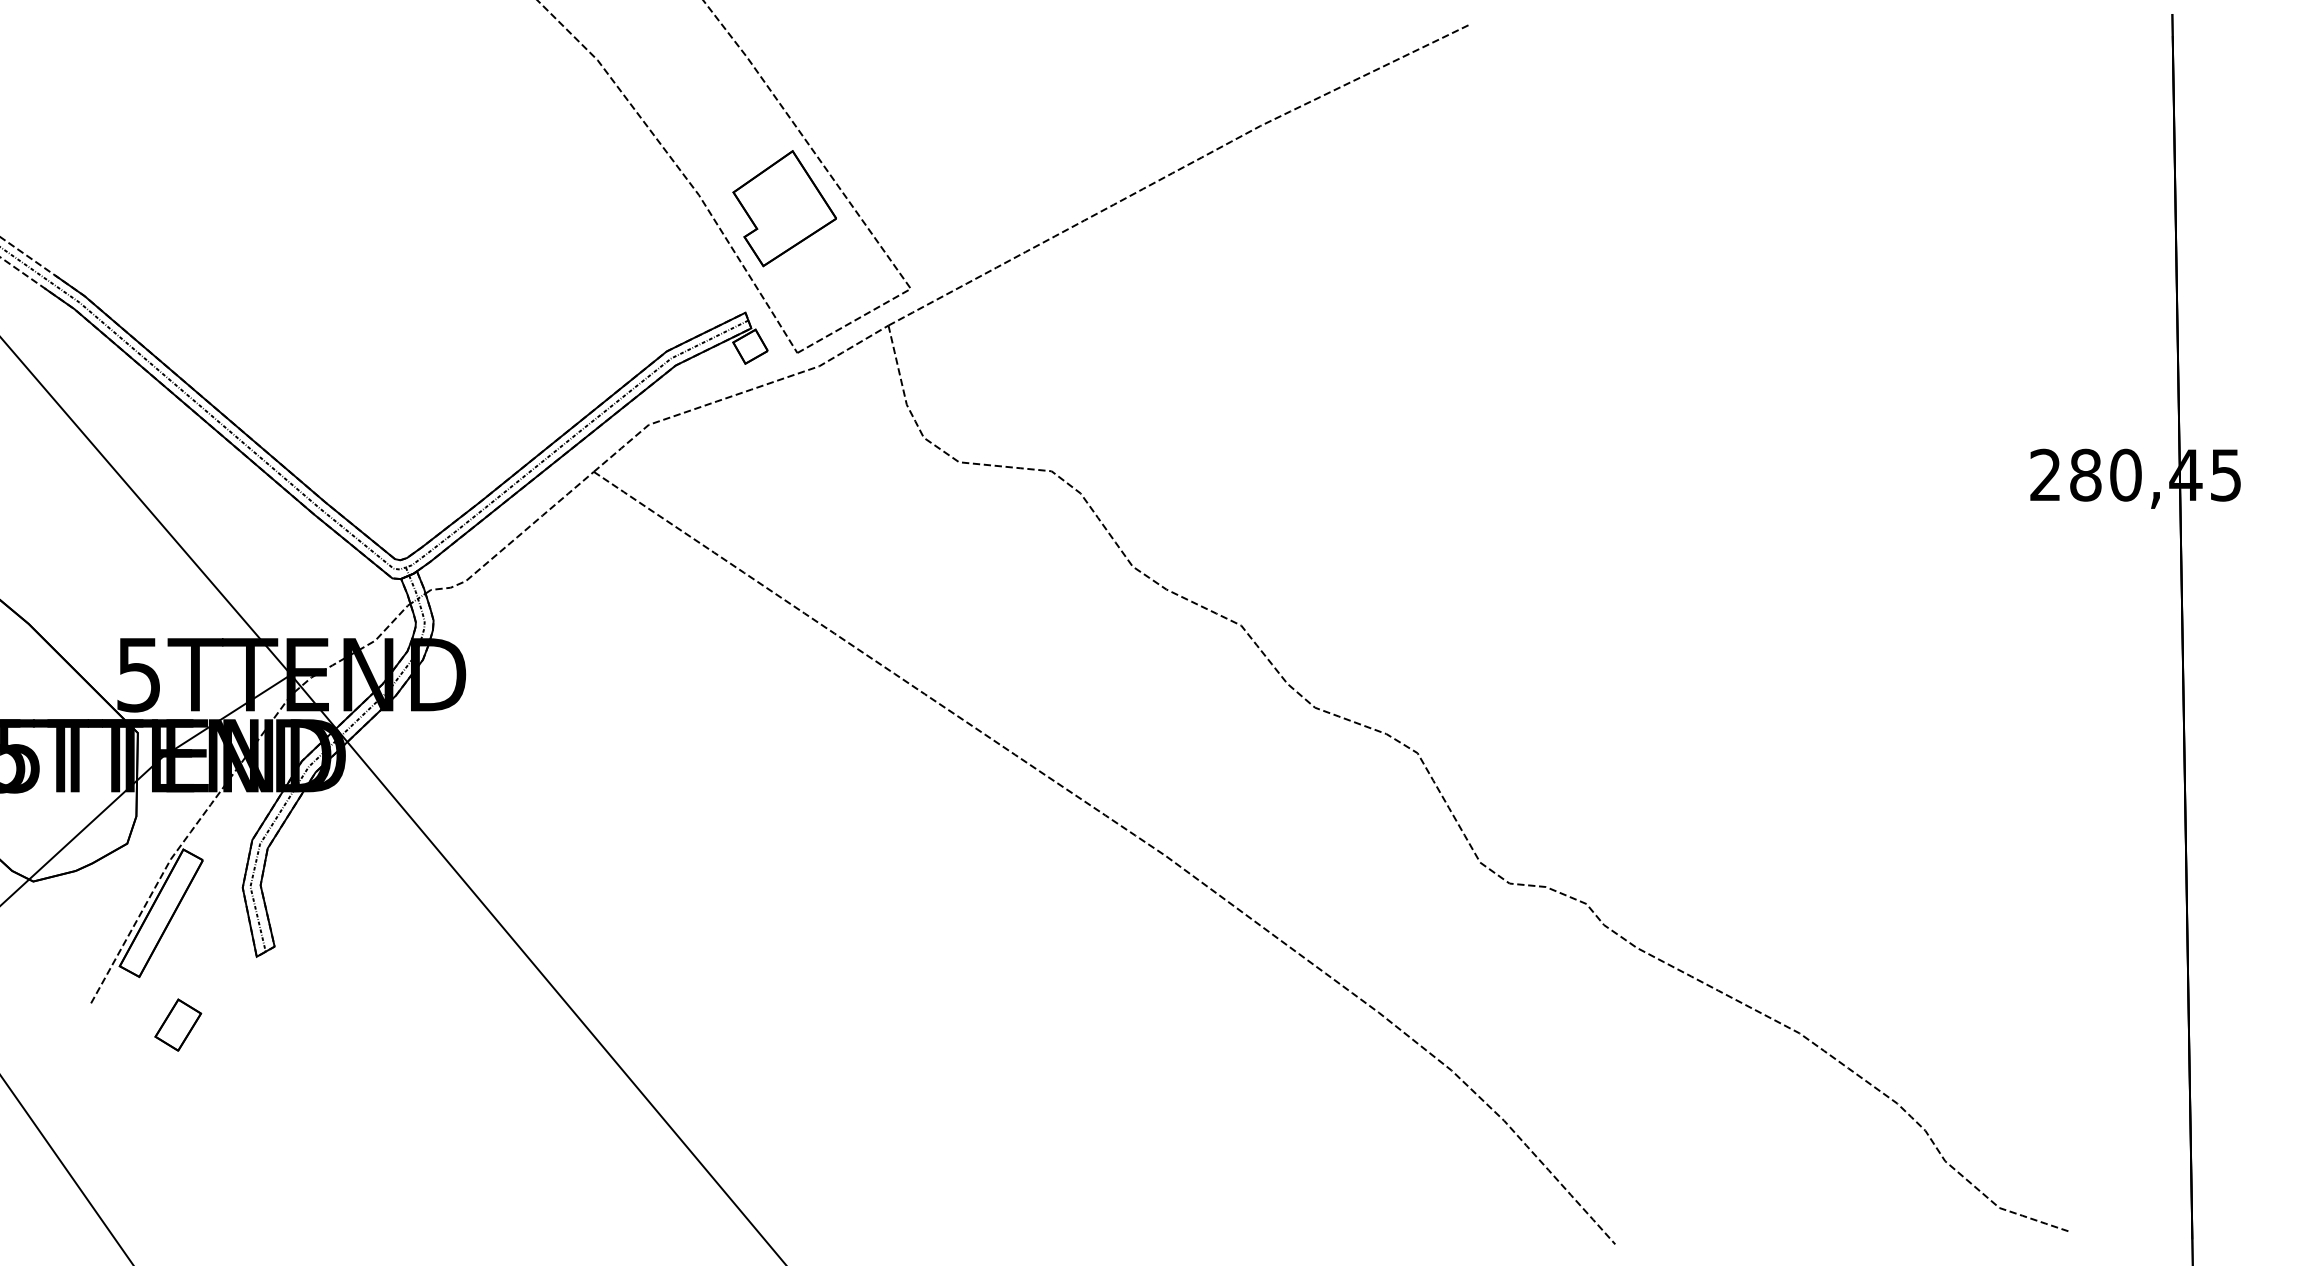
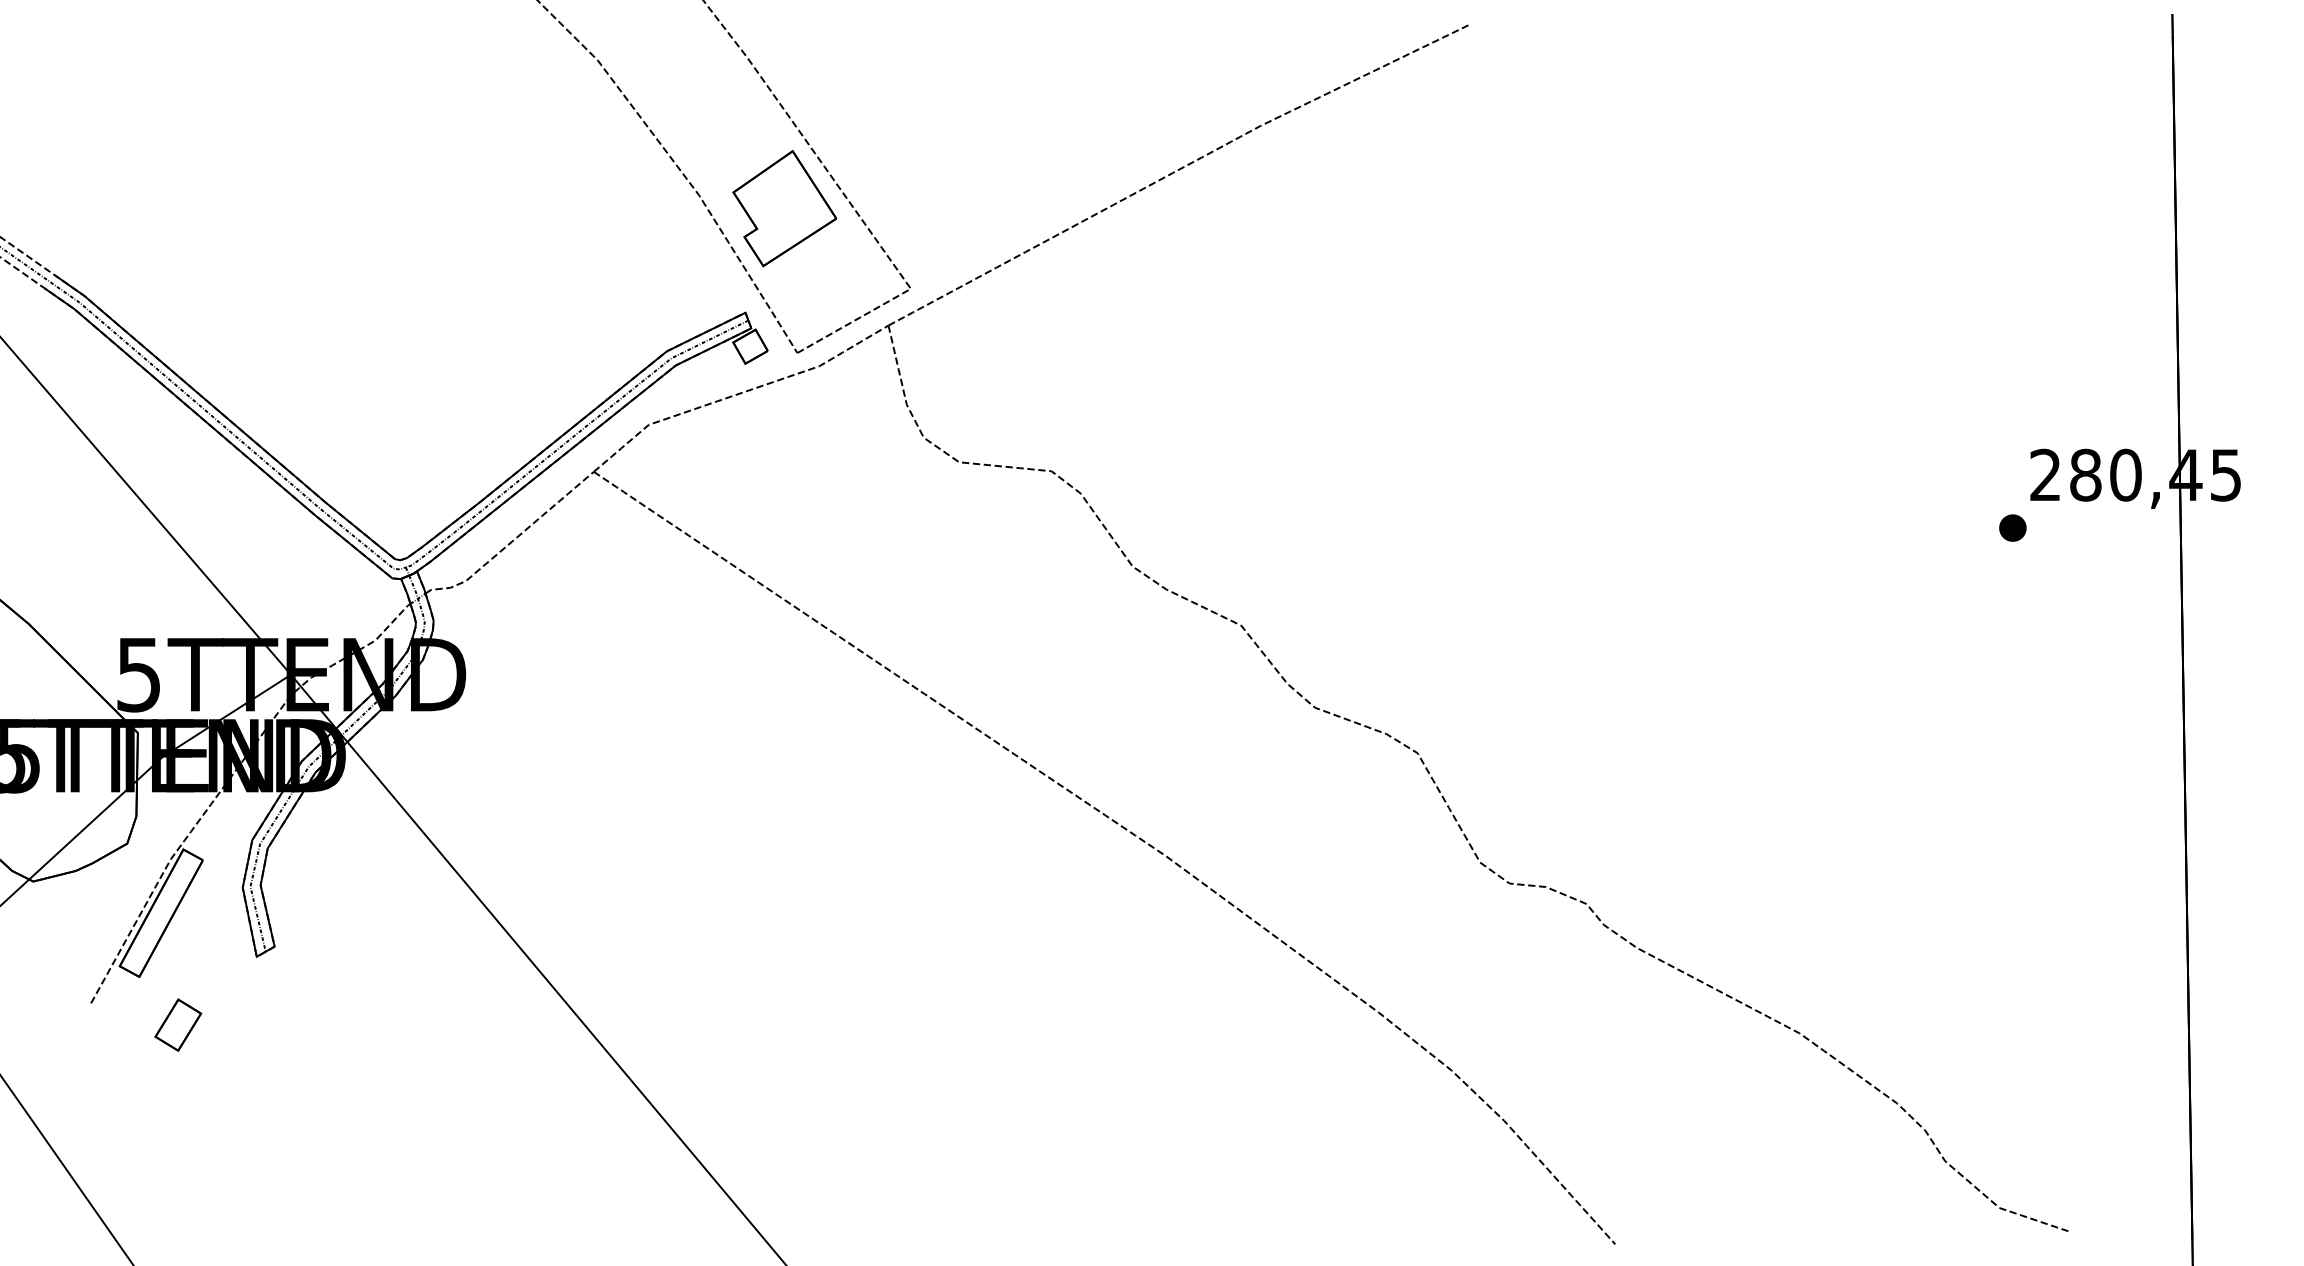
part at (2012, 527): none -> present
